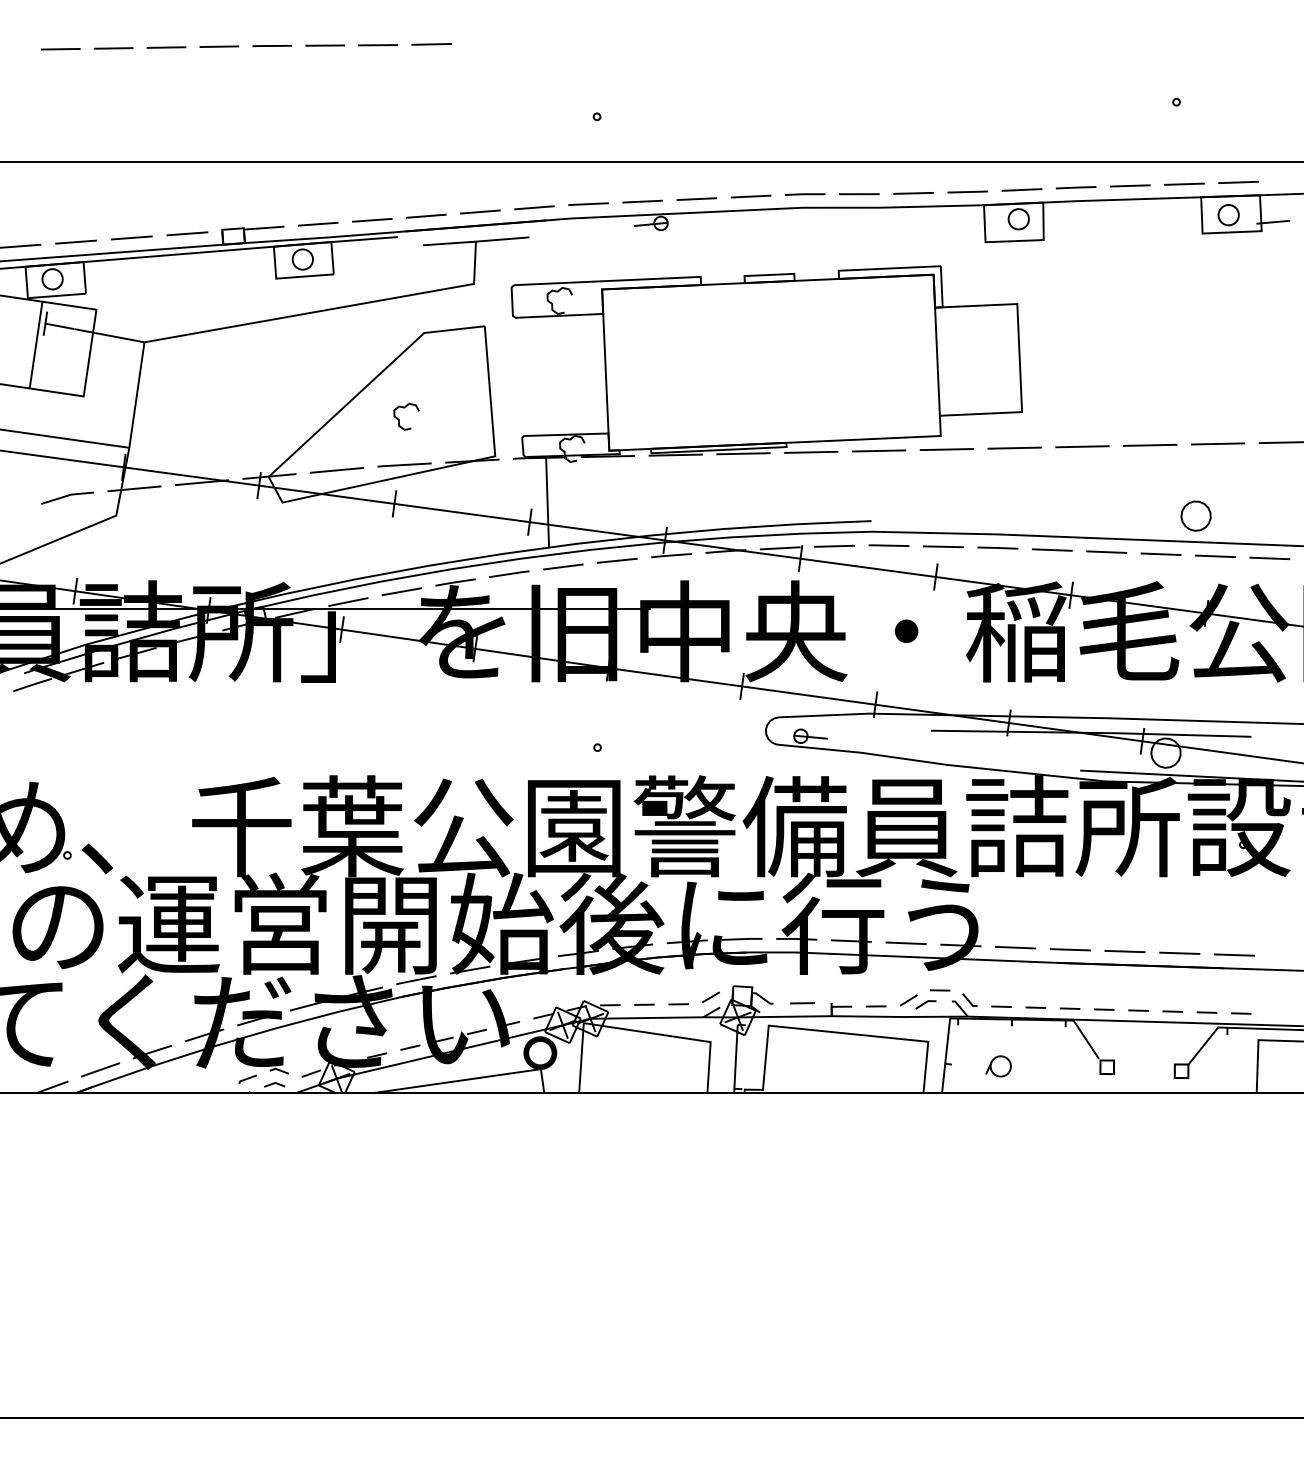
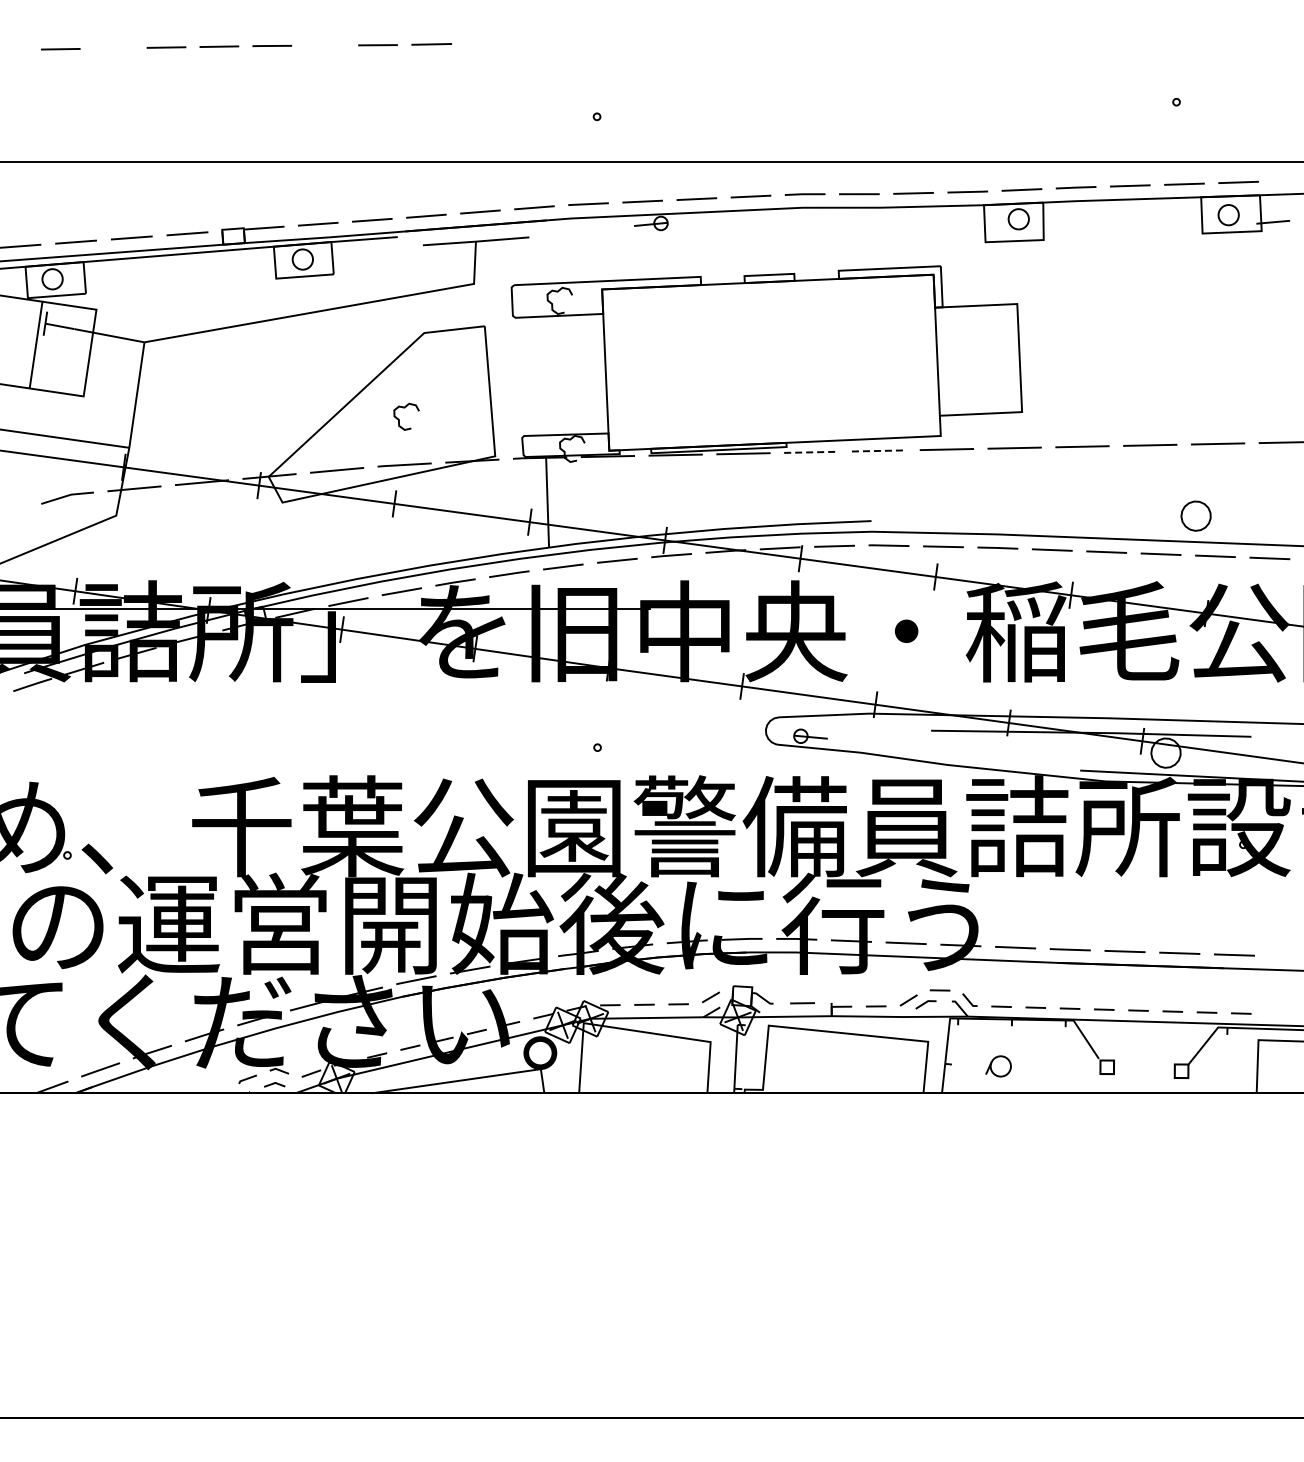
line at (324, 45): present -> none
line at (113, 48): present -> none
line at (879, 450): solid -> dashed
line at (811, 452): solid -> dashed
